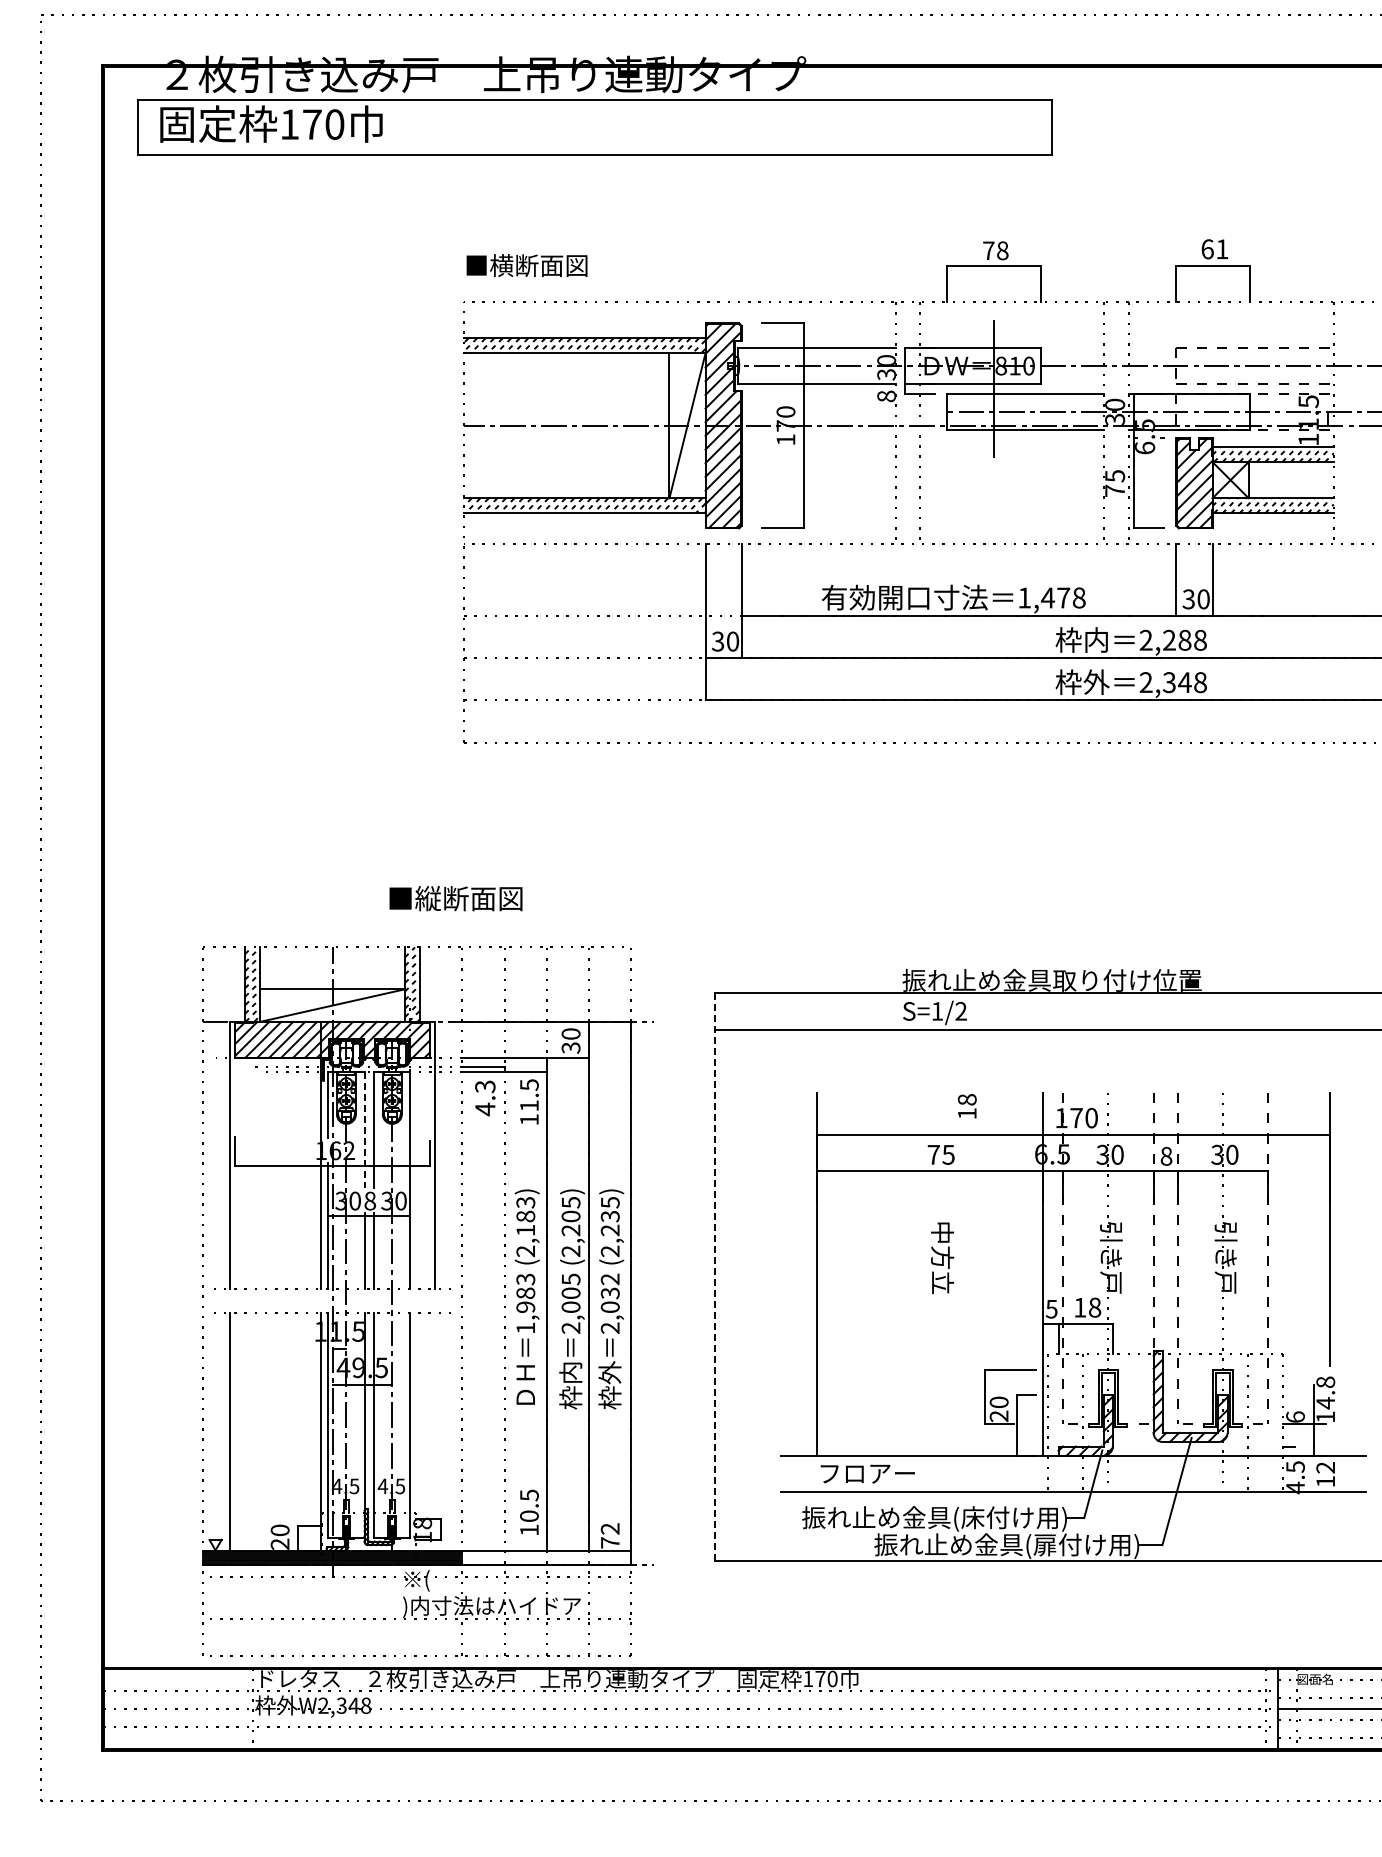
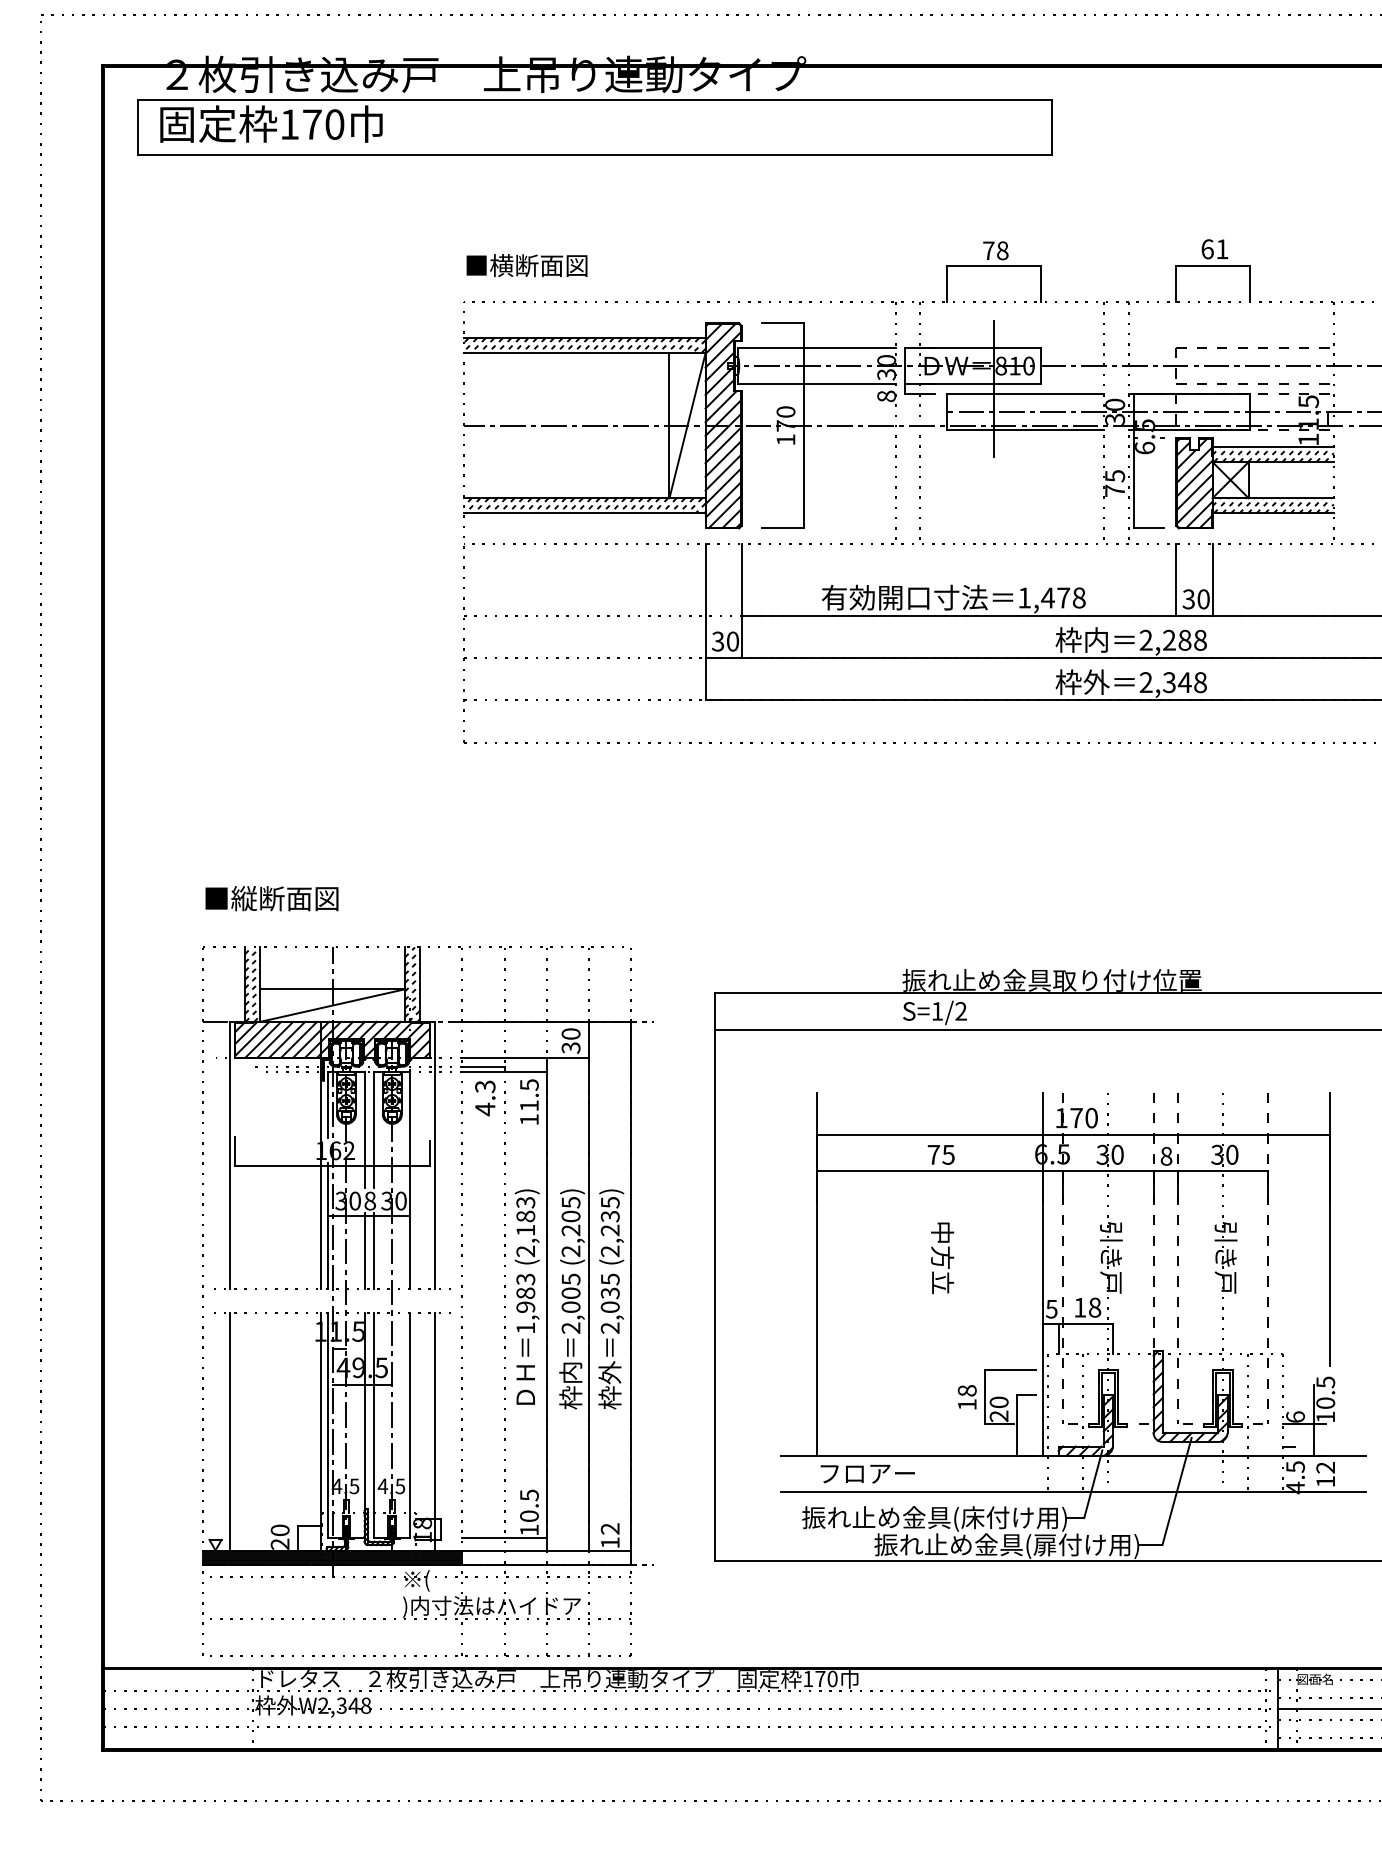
text at (455, 898) position: (455, 898) -> (271, 898)
text at (966, 1106) position: (966, 1106) -> (966, 1397)
line at (364, 1130): dashed -> solid
line at (714, 1276): dashed -> solid
text at (609, 1279): 2,032 -> 2,035
text at (1325, 1392): 14.8 -> 10.5
line at (435, 1431): none -> present
line at (504, 1537): none -> present
text at (610, 1542): 72 -> 12
